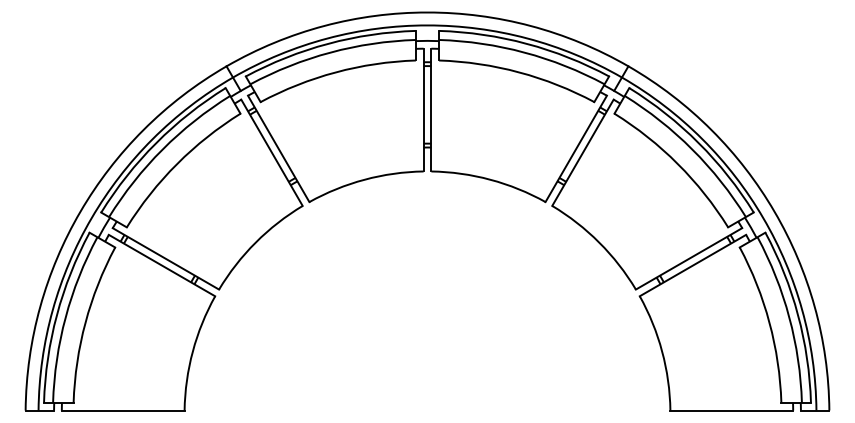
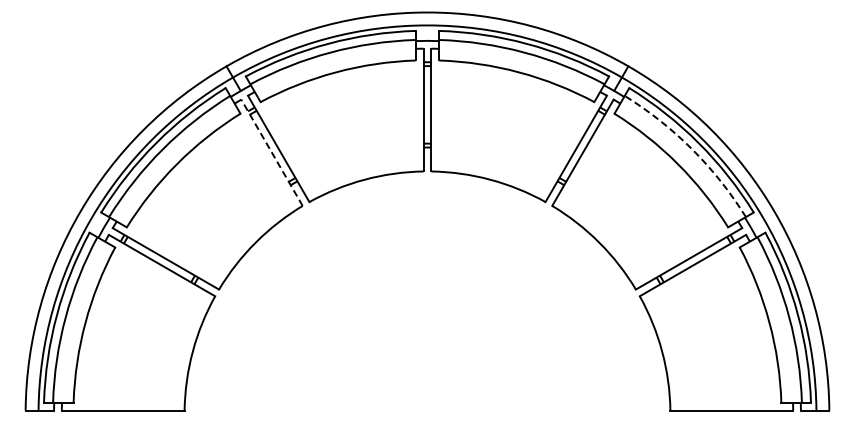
arc at (692, 149): solid -> dashed
line at (271, 152): solid -> dashed
